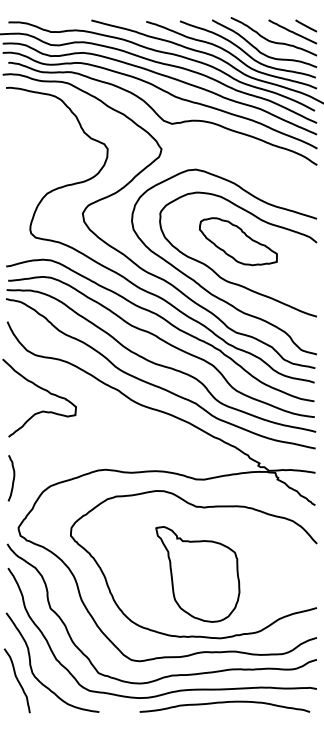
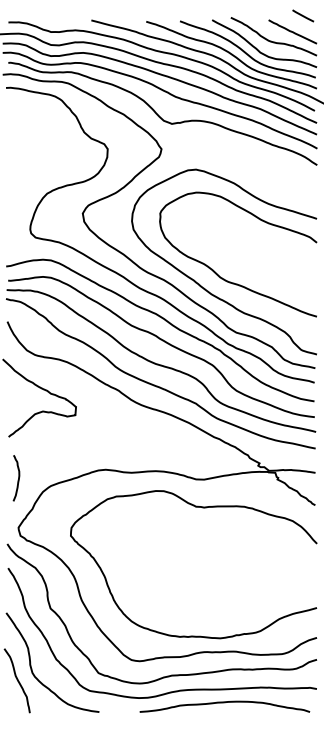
line at (306, 25) position: (306, 25) -> (303, 15)
part at (238, 241): present -> none
curve at (13, 478) position: (13, 478) -> (18, 478)
part at (197, 574): present -> none
